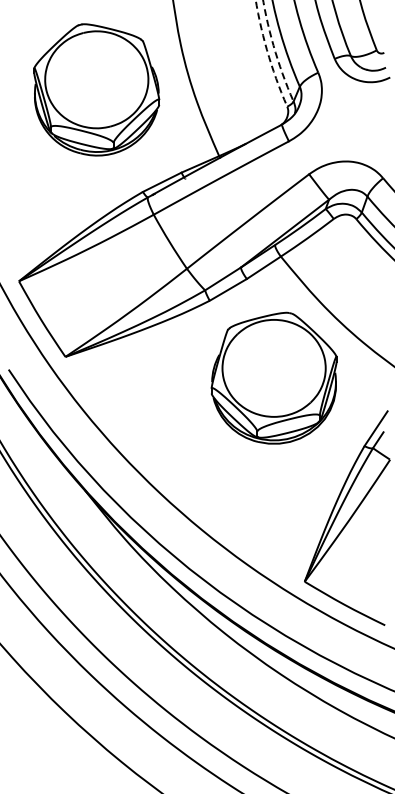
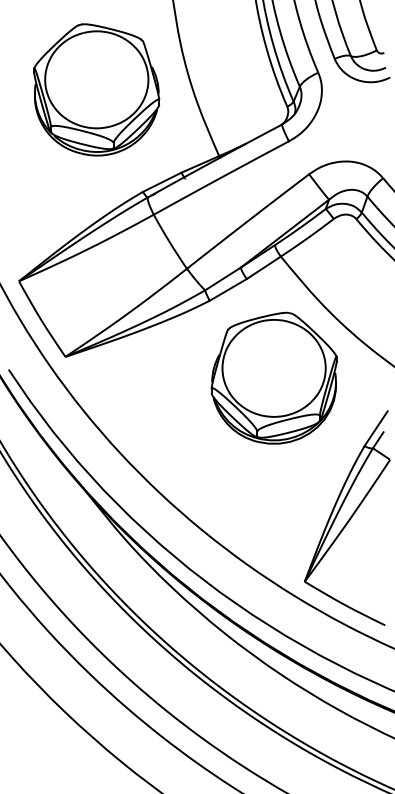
arc at (275, 51): dashed -> solid
arc at (268, 54): dashed -> solid
